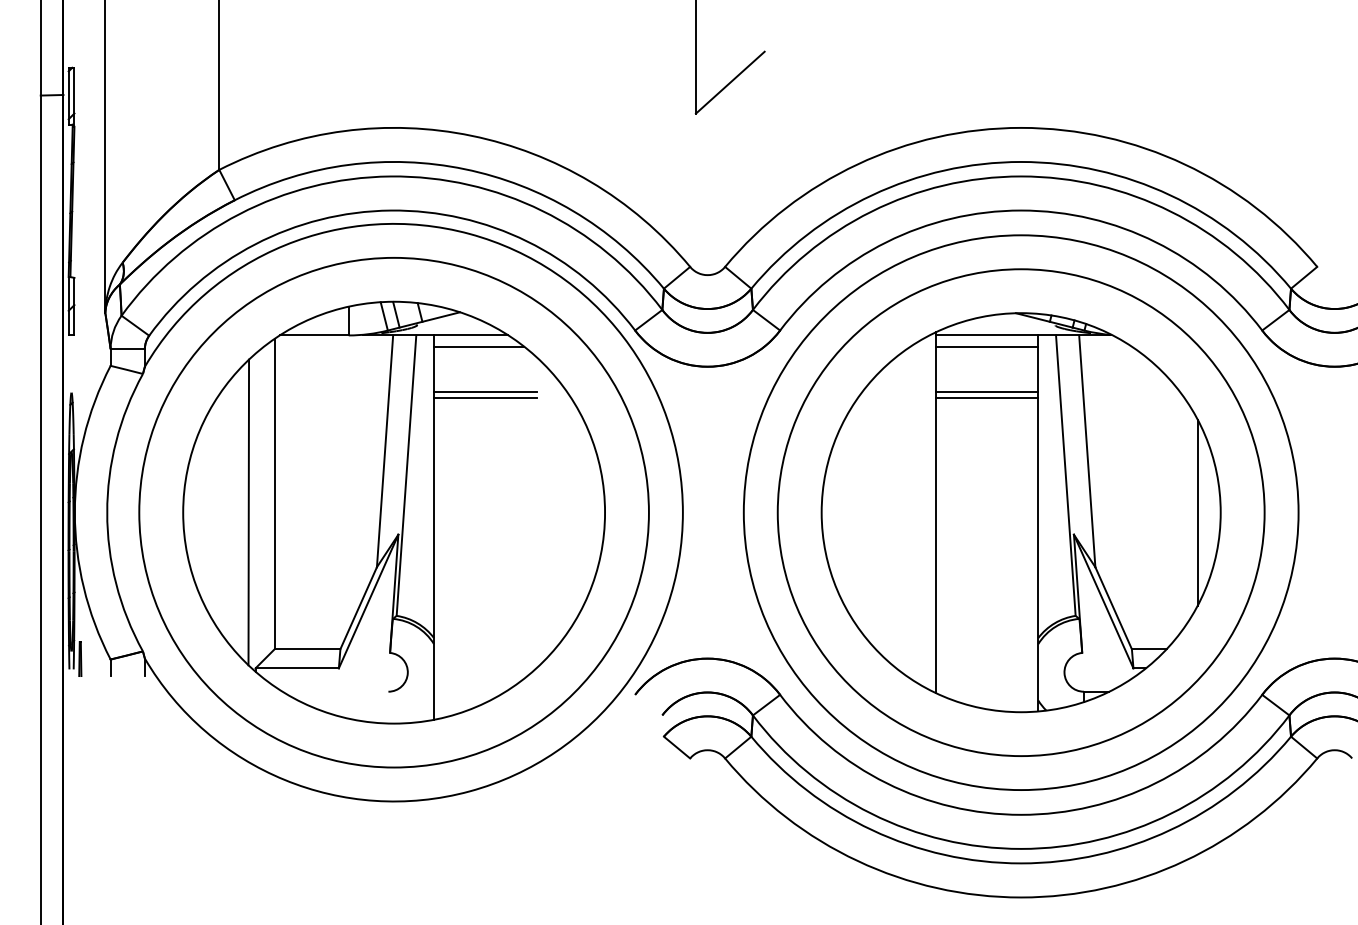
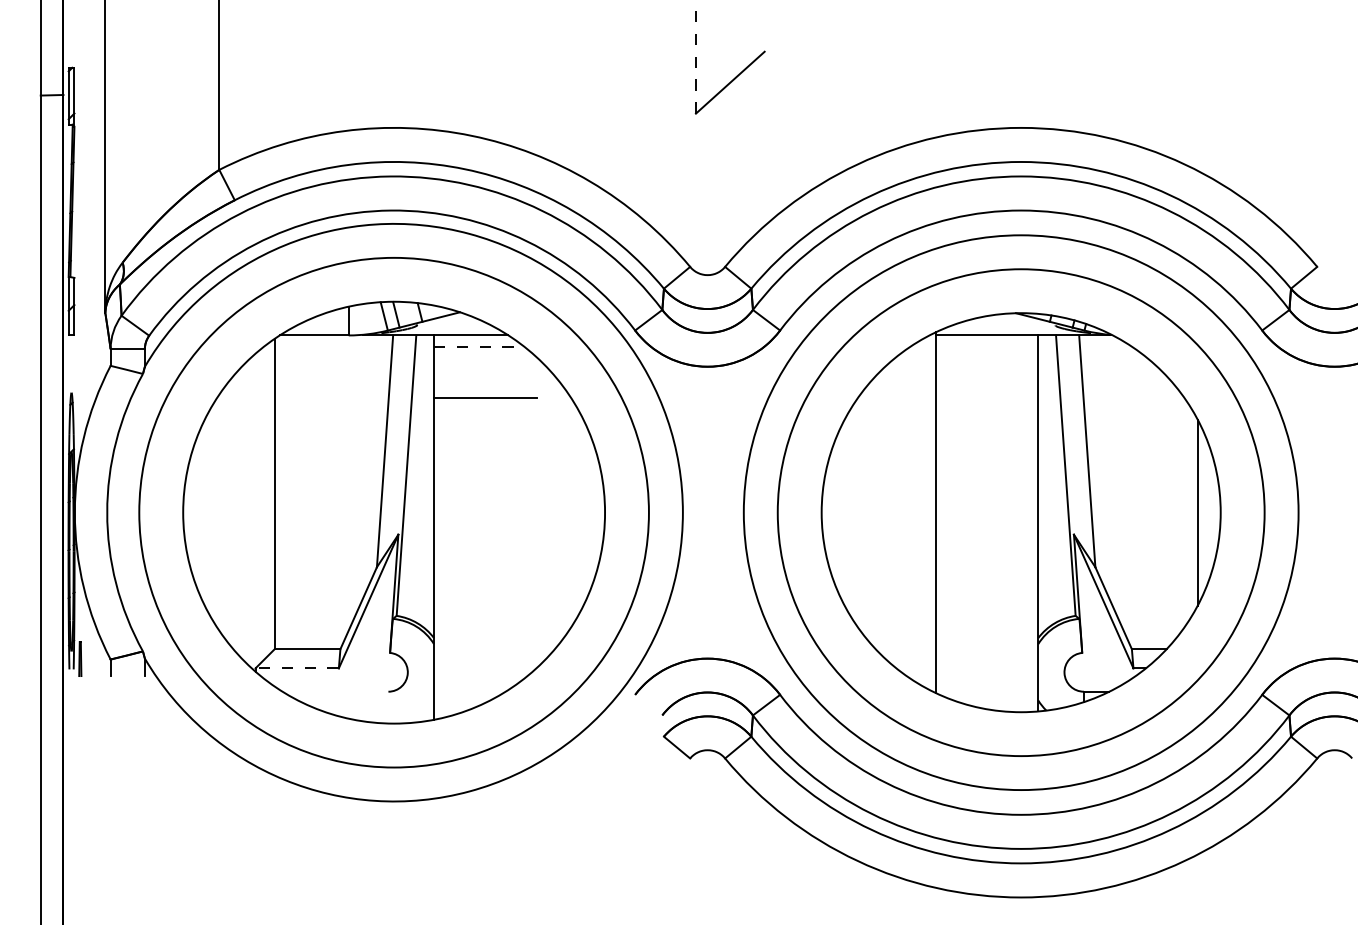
line at (695, 56): solid -> dashed
line at (479, 346): solid -> dashed
line at (986, 346): present -> none
line at (485, 392): present -> none
line at (986, 392): present -> none
line at (986, 398): present -> none
line at (248, 512): present -> none
line at (297, 668): solid -> dashed
